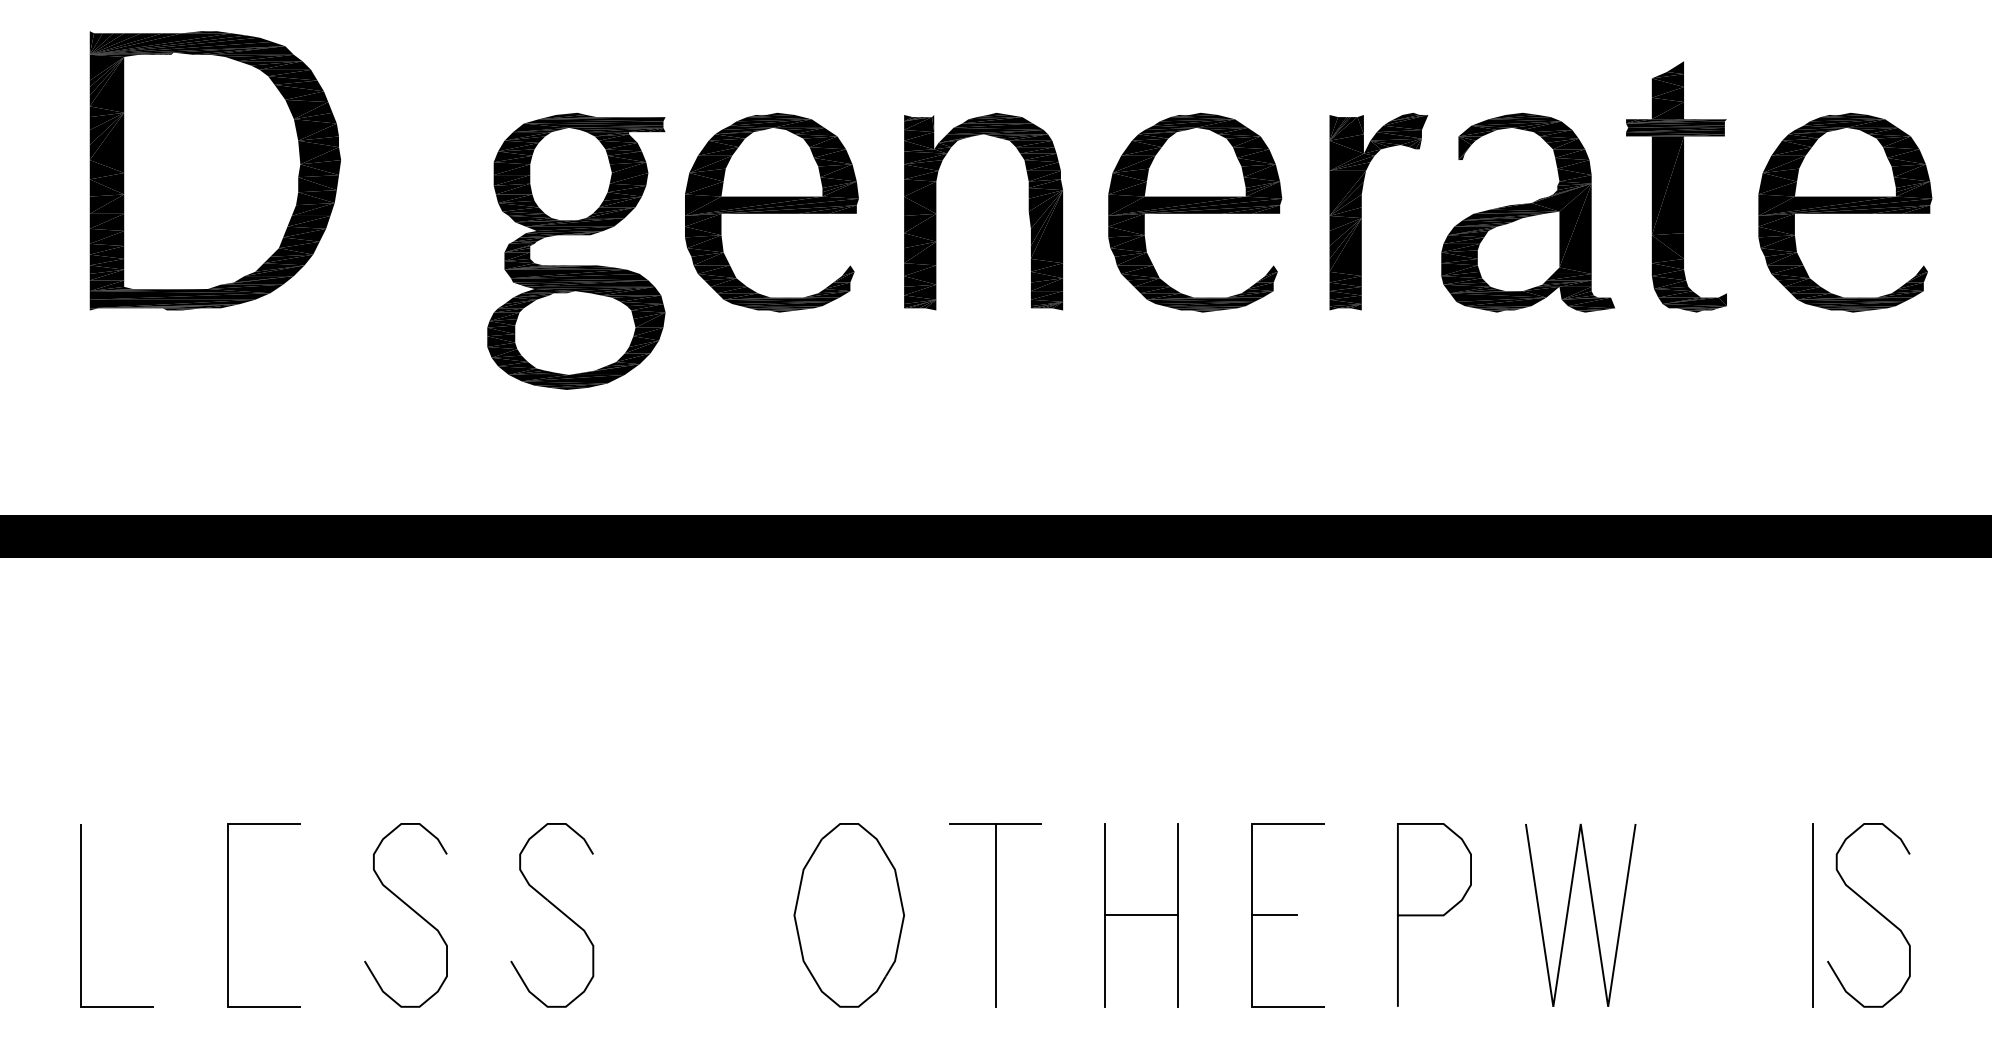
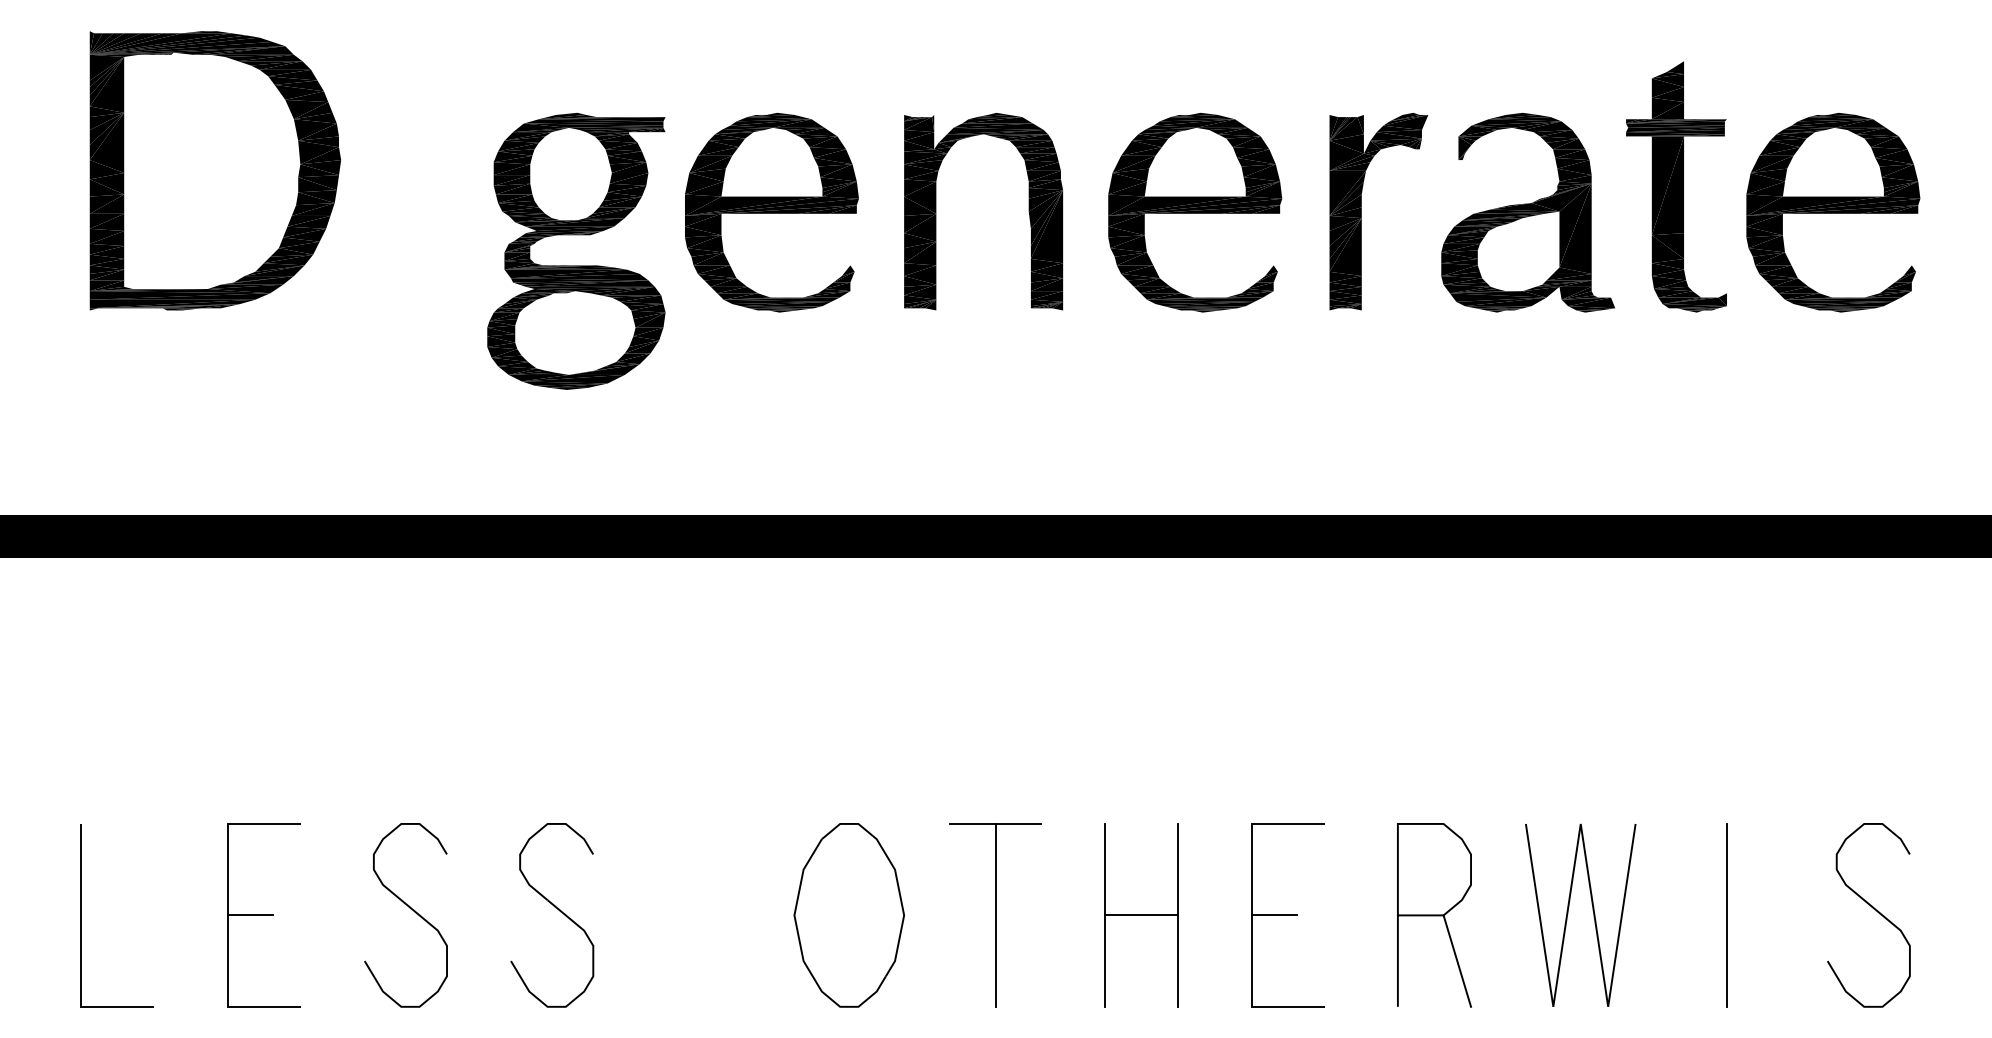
part at (1845, 212) position: (1845, 212) -> (1833, 212)
line at (250, 915): none -> present
line at (1812, 915) position: (1812, 915) -> (1726, 915)
line at (1457, 960): none -> present
